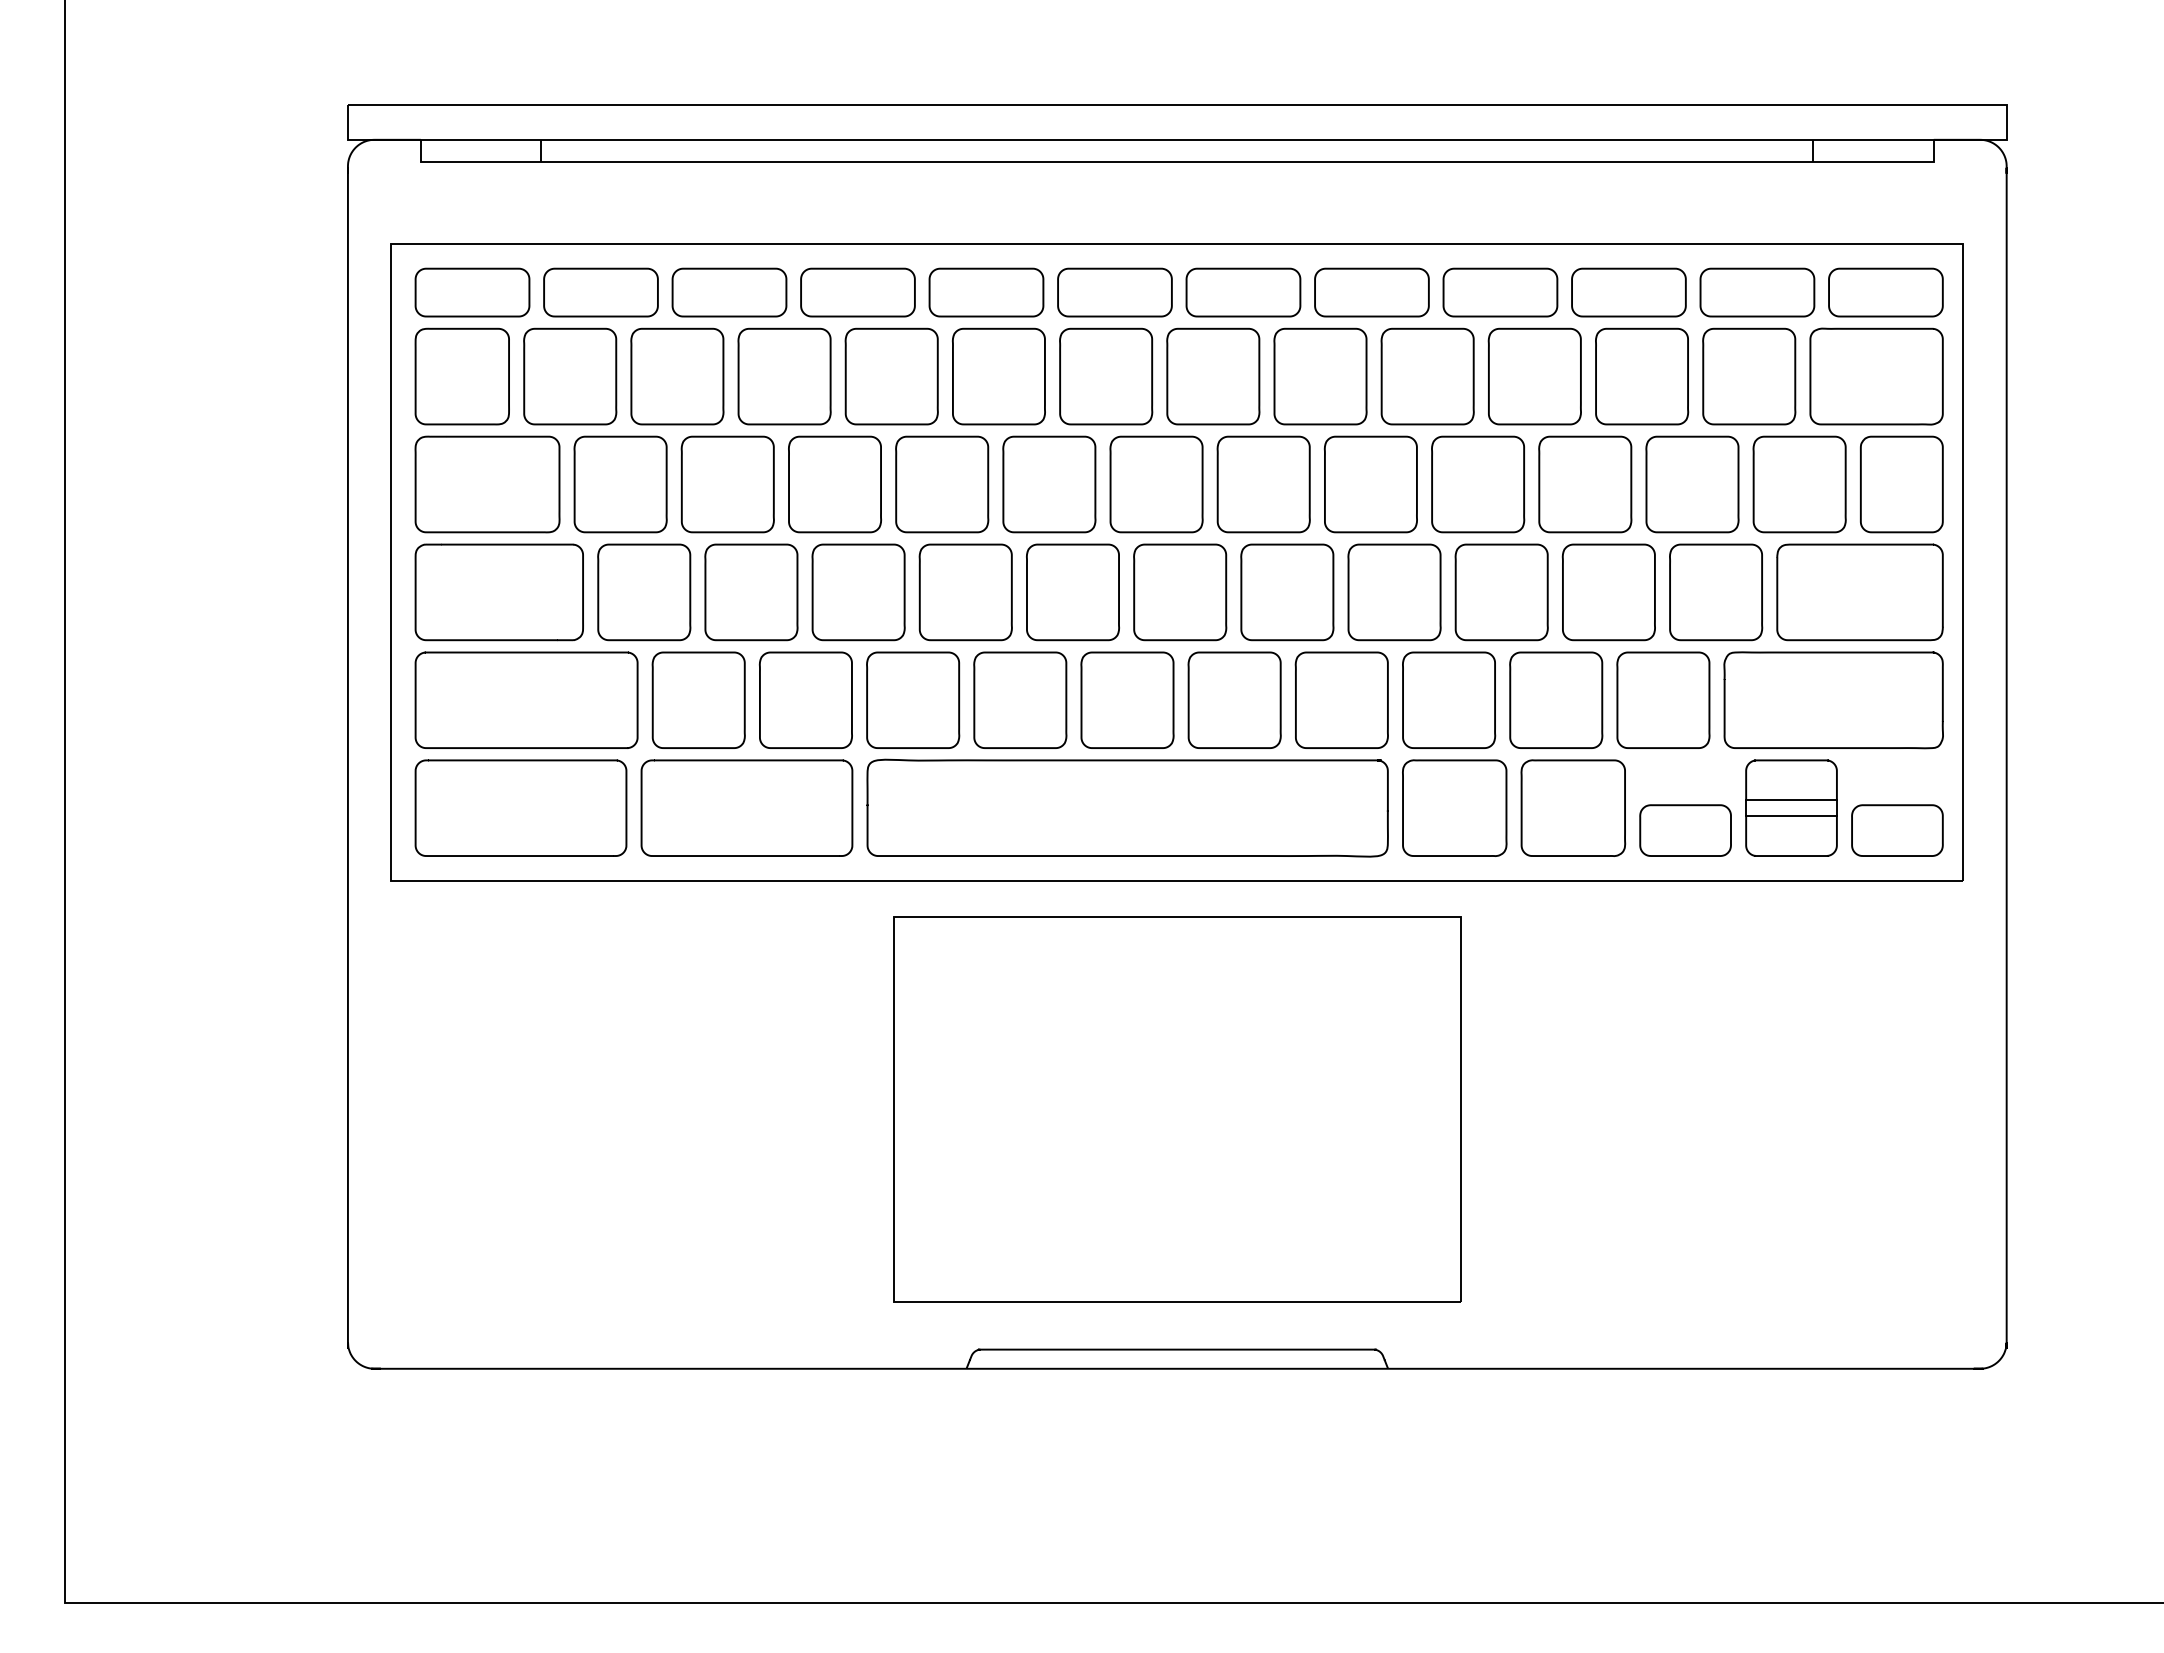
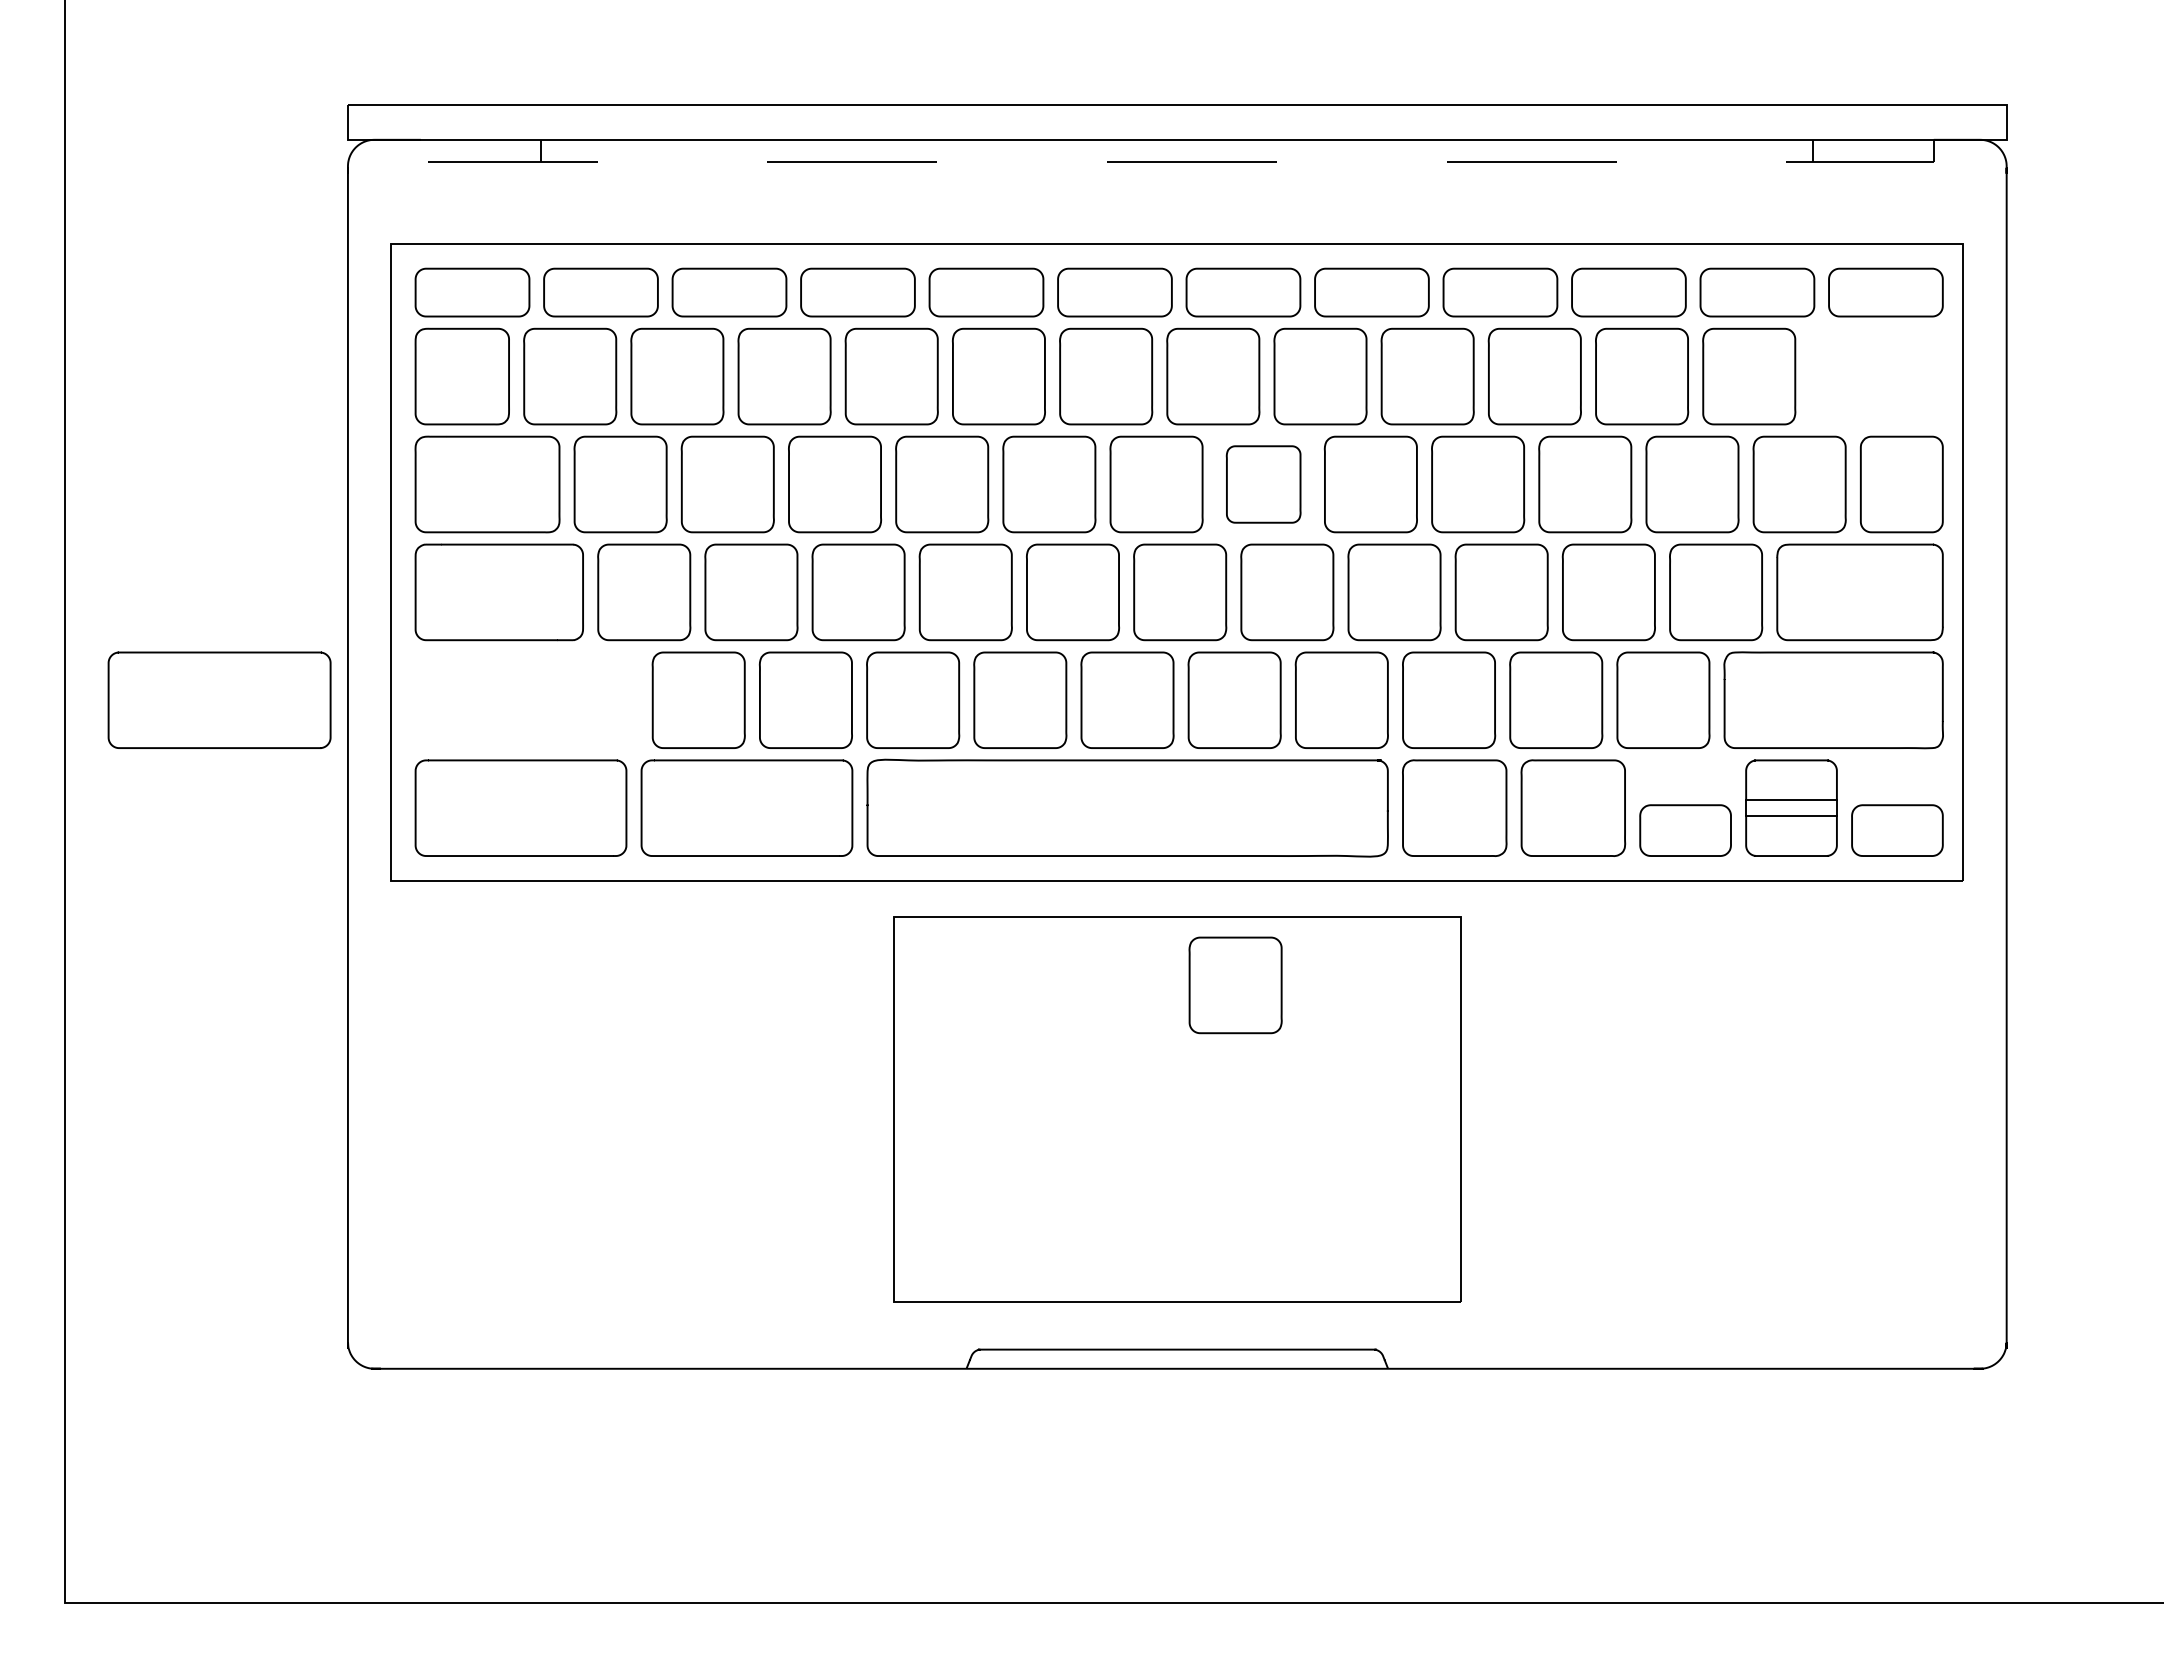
line at (1176, 162): solid -> dashed
part at (1876, 376): present -> none
part at (1263, 484) size: 95x99 px -> 77x79 px
part at (526, 699) position: (526, 699) -> (219, 699)
part at (1235, 985): none -> present
